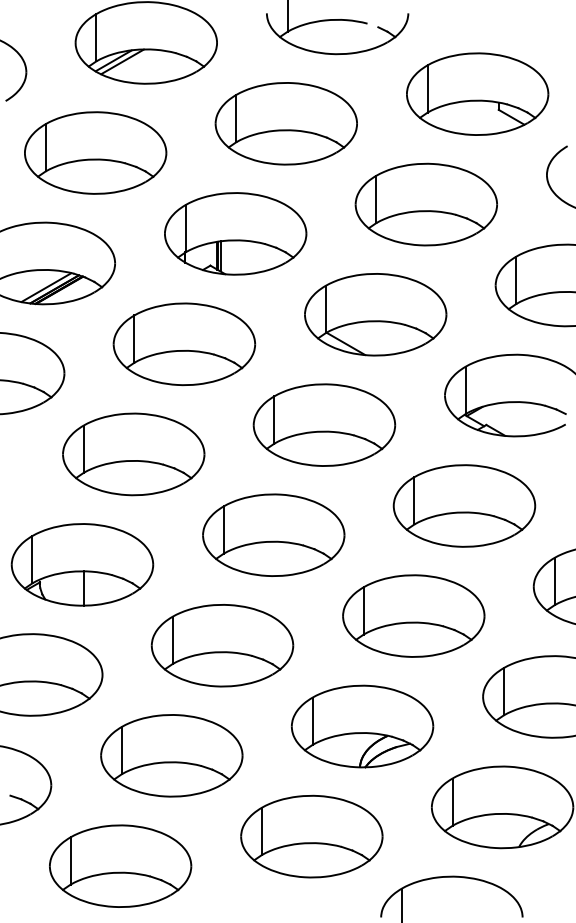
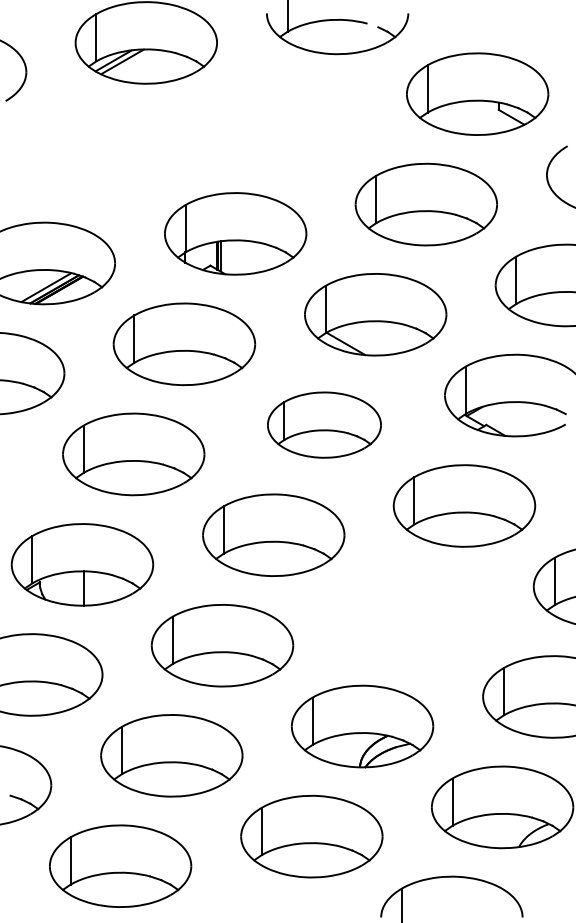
part at (285, 123): present -> none
part at (95, 152): present -> none
part at (324, 424) size: 145x84 px -> 115x68 px
part at (413, 615): present -> none
